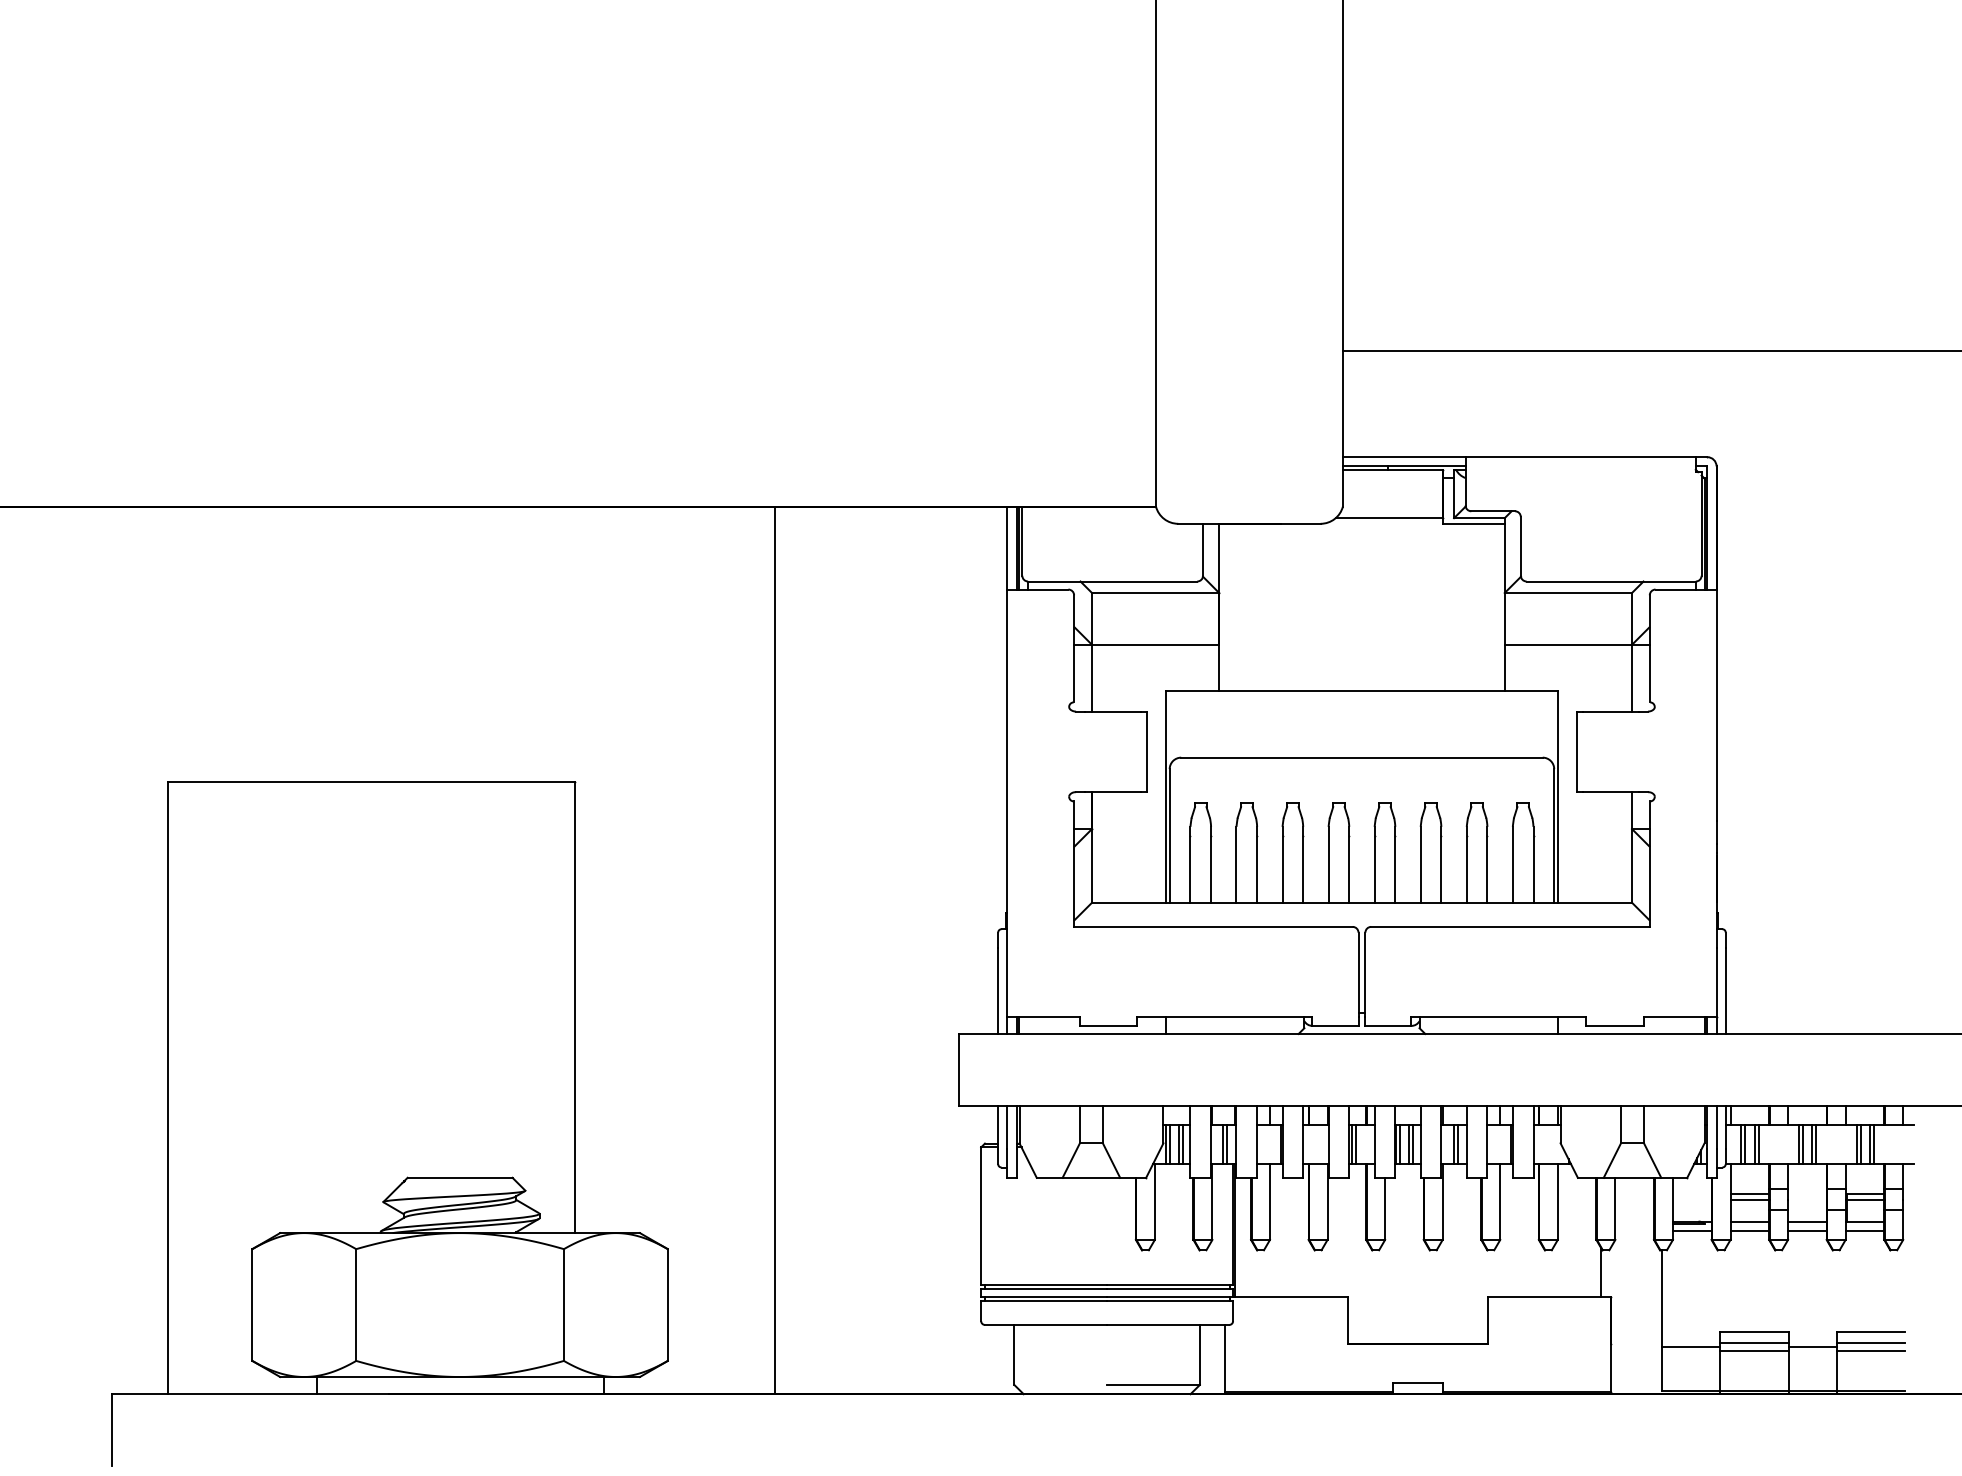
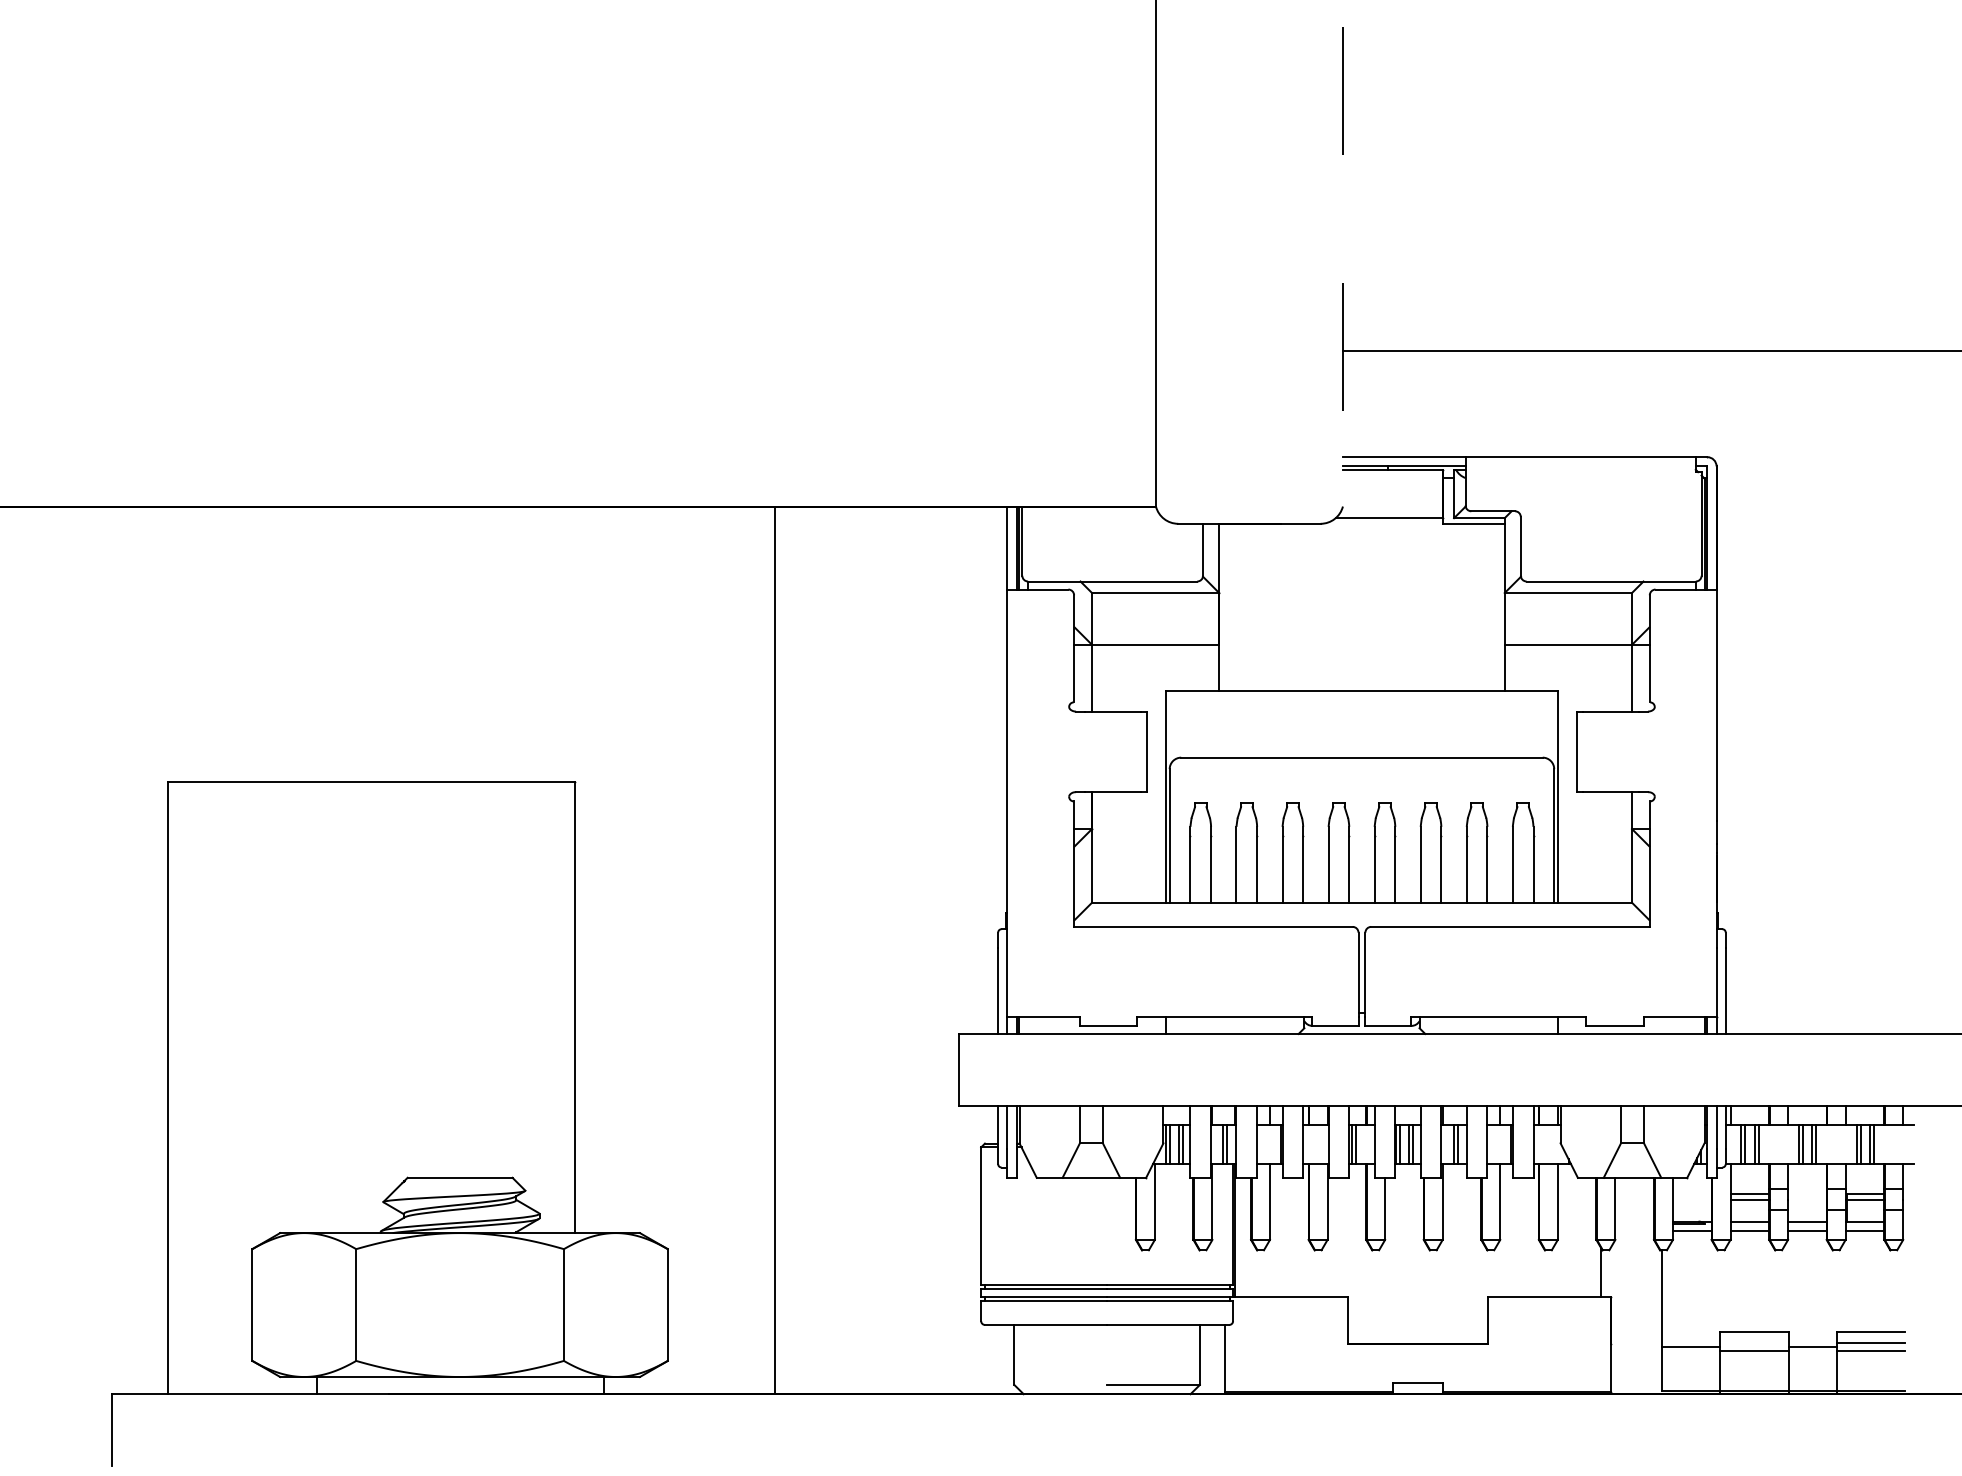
line at (1342, 253): solid -> dashed
line at (1754, 1343): present -> none
